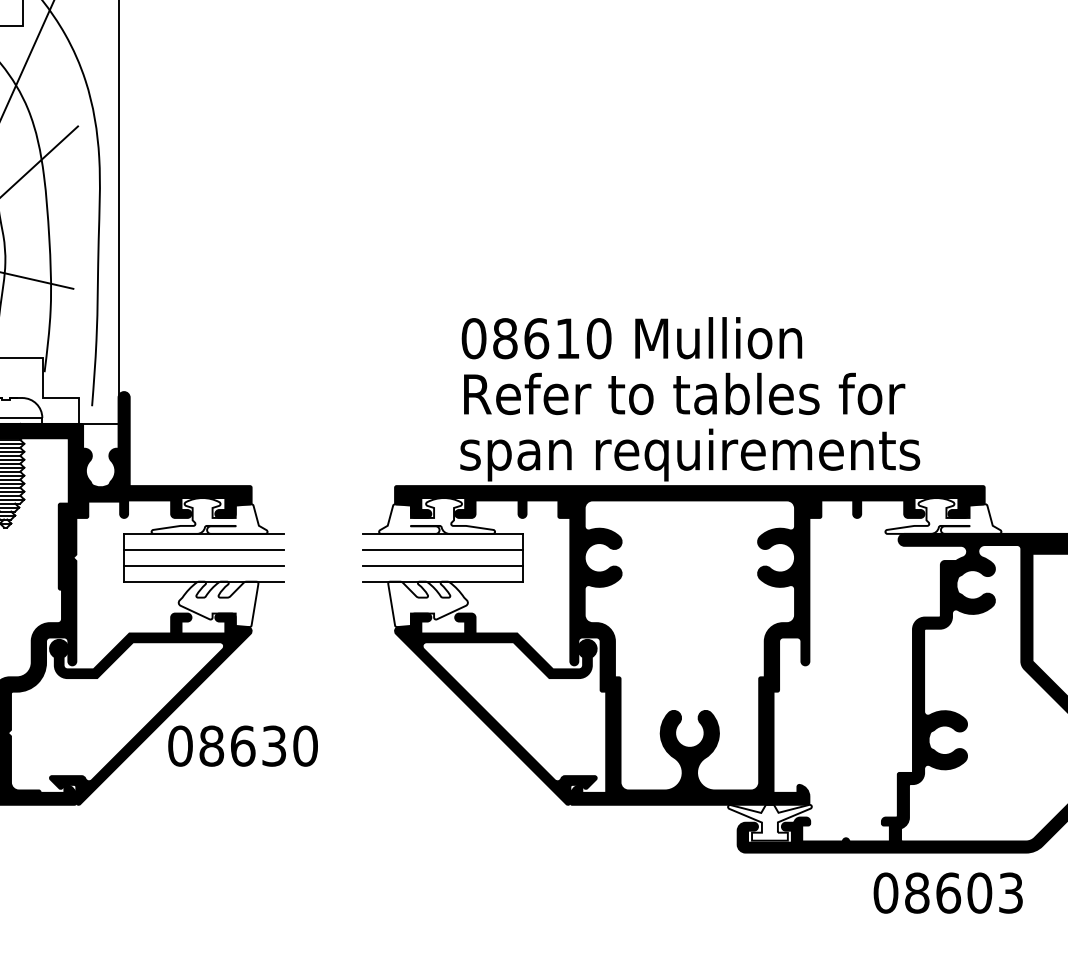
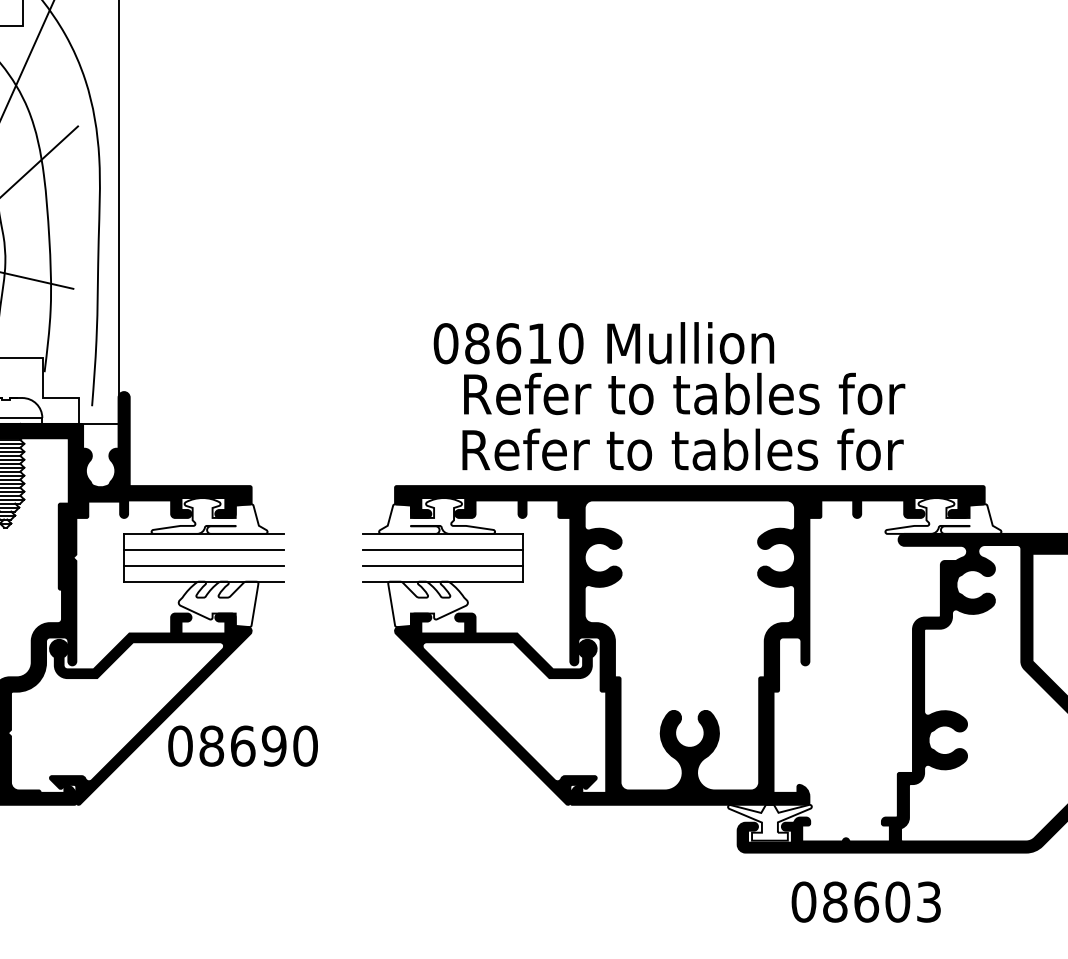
text at (631, 338) position: (631, 338) -> (603, 343)
text at (690, 454): span requirements -> Refer to tables for
text at (273, 745): 08630 -> 08690
text at (947, 892) position: (947, 892) -> (865, 901)
